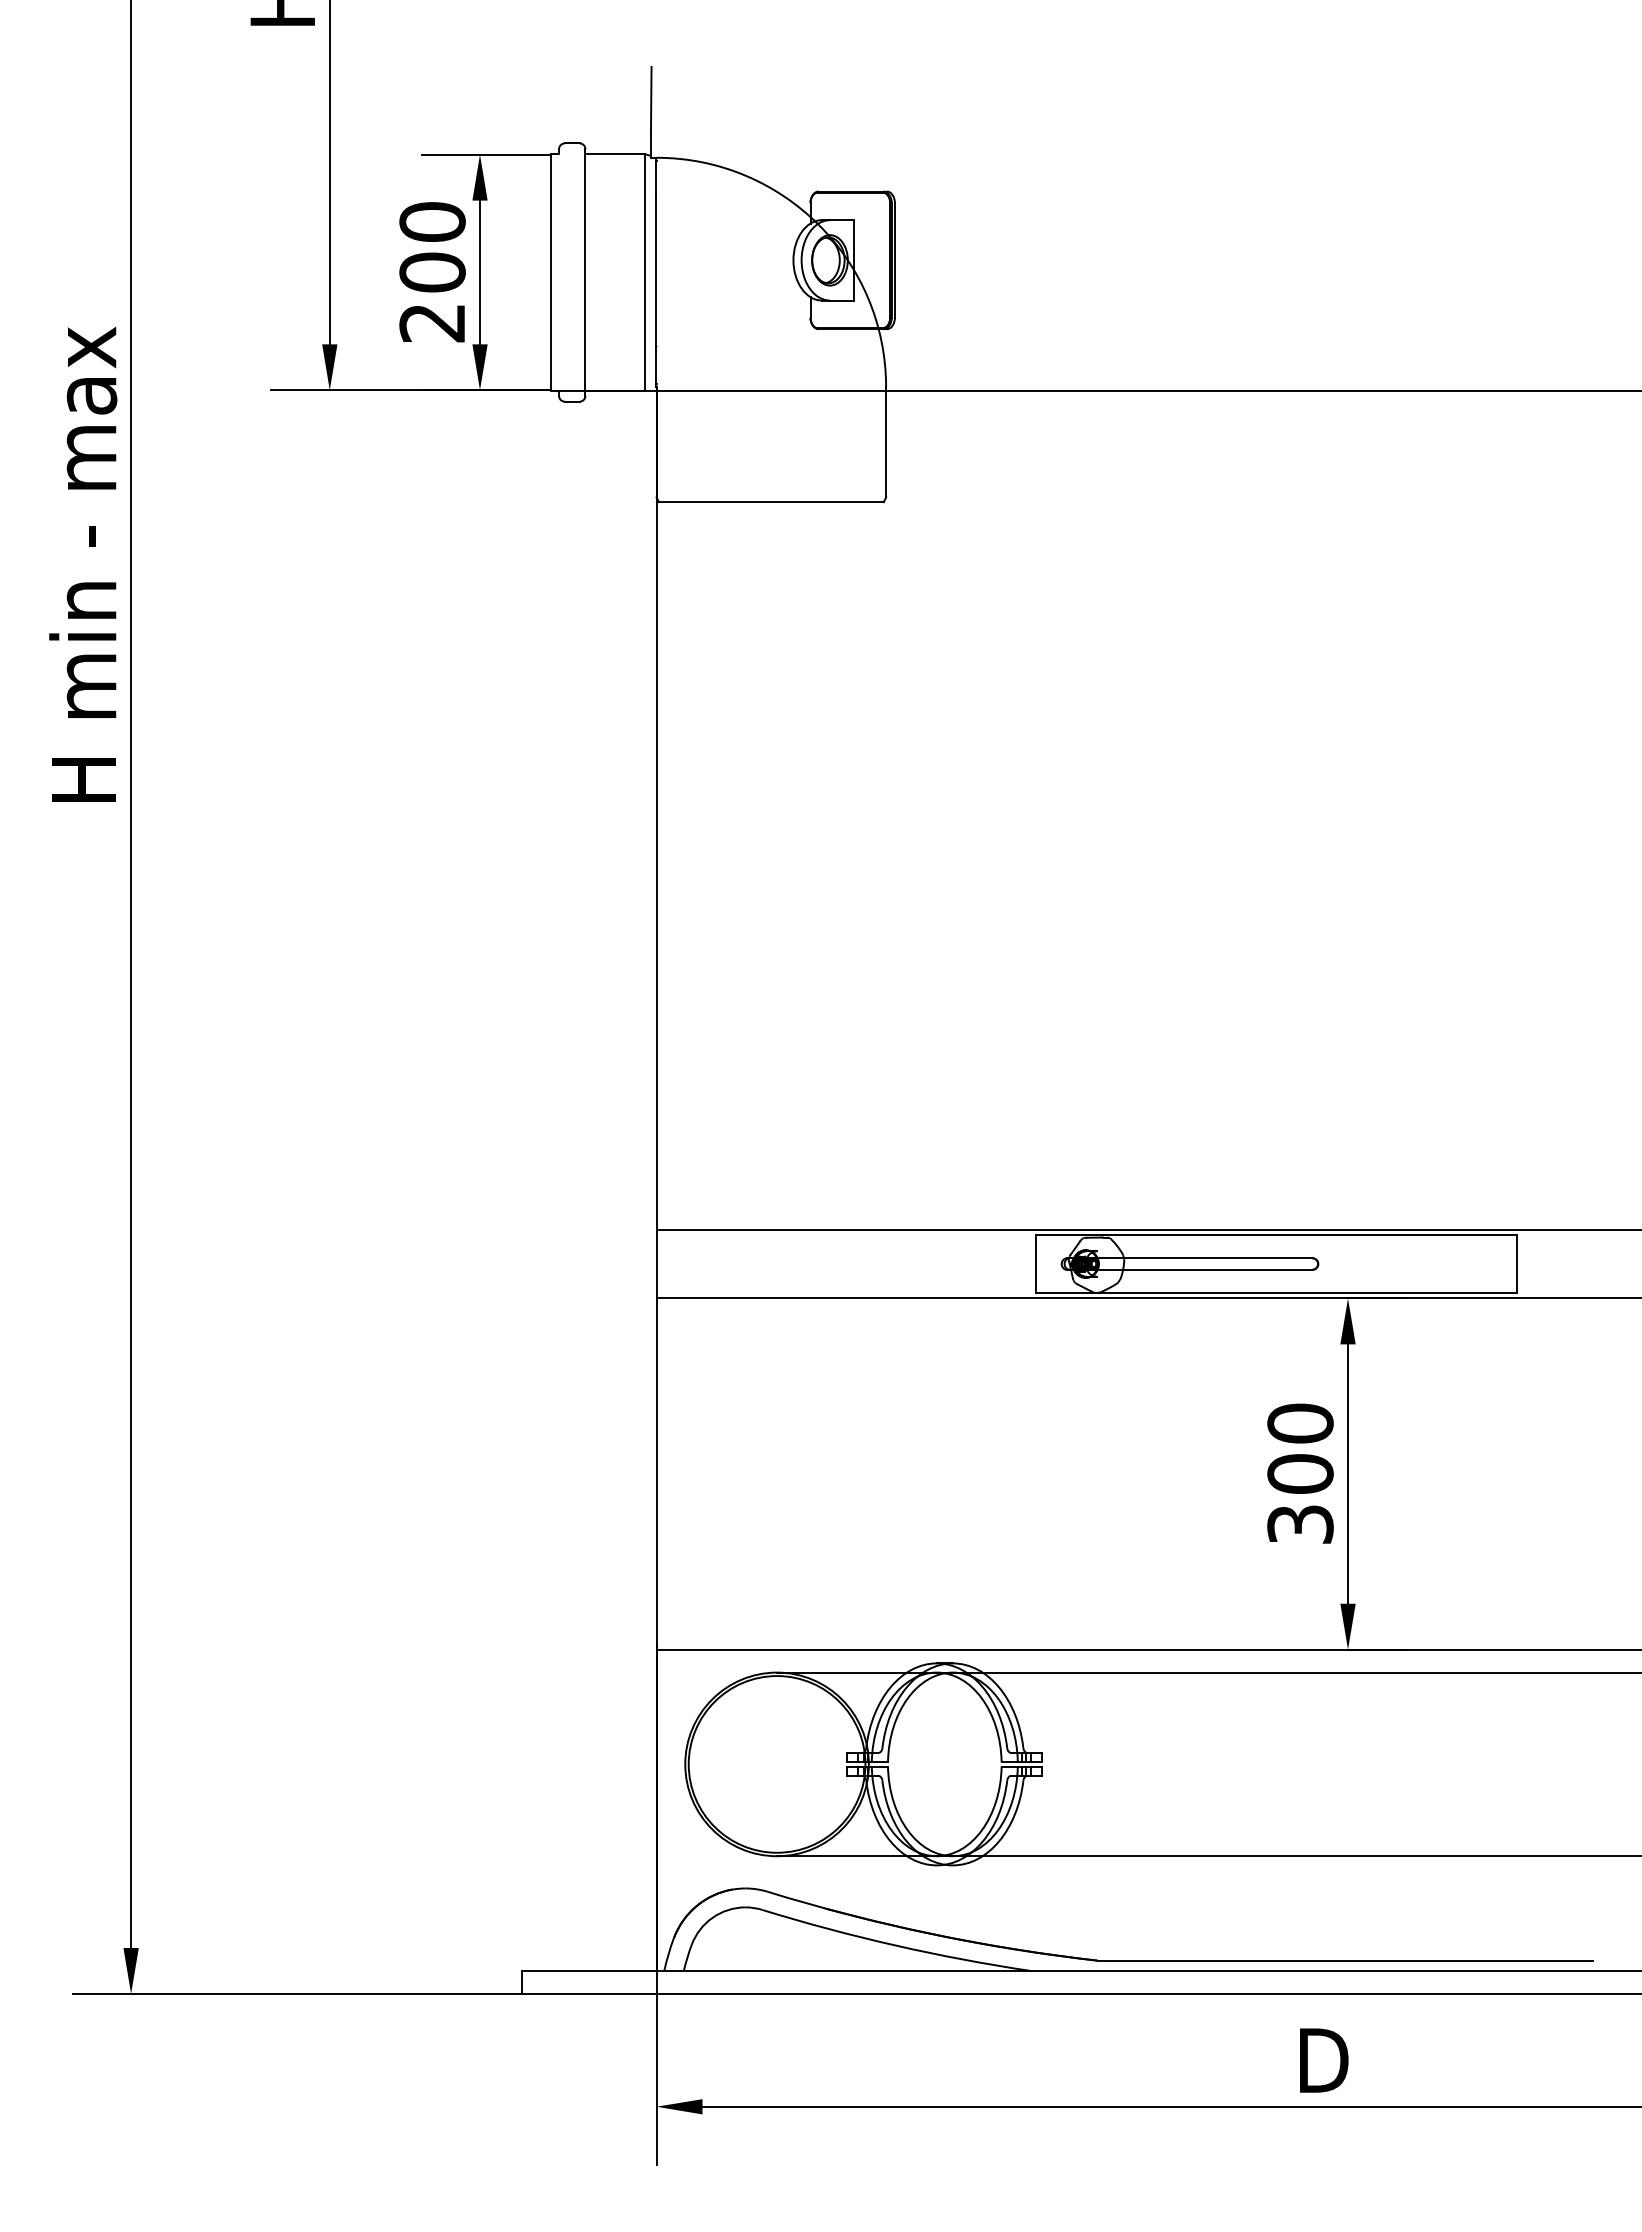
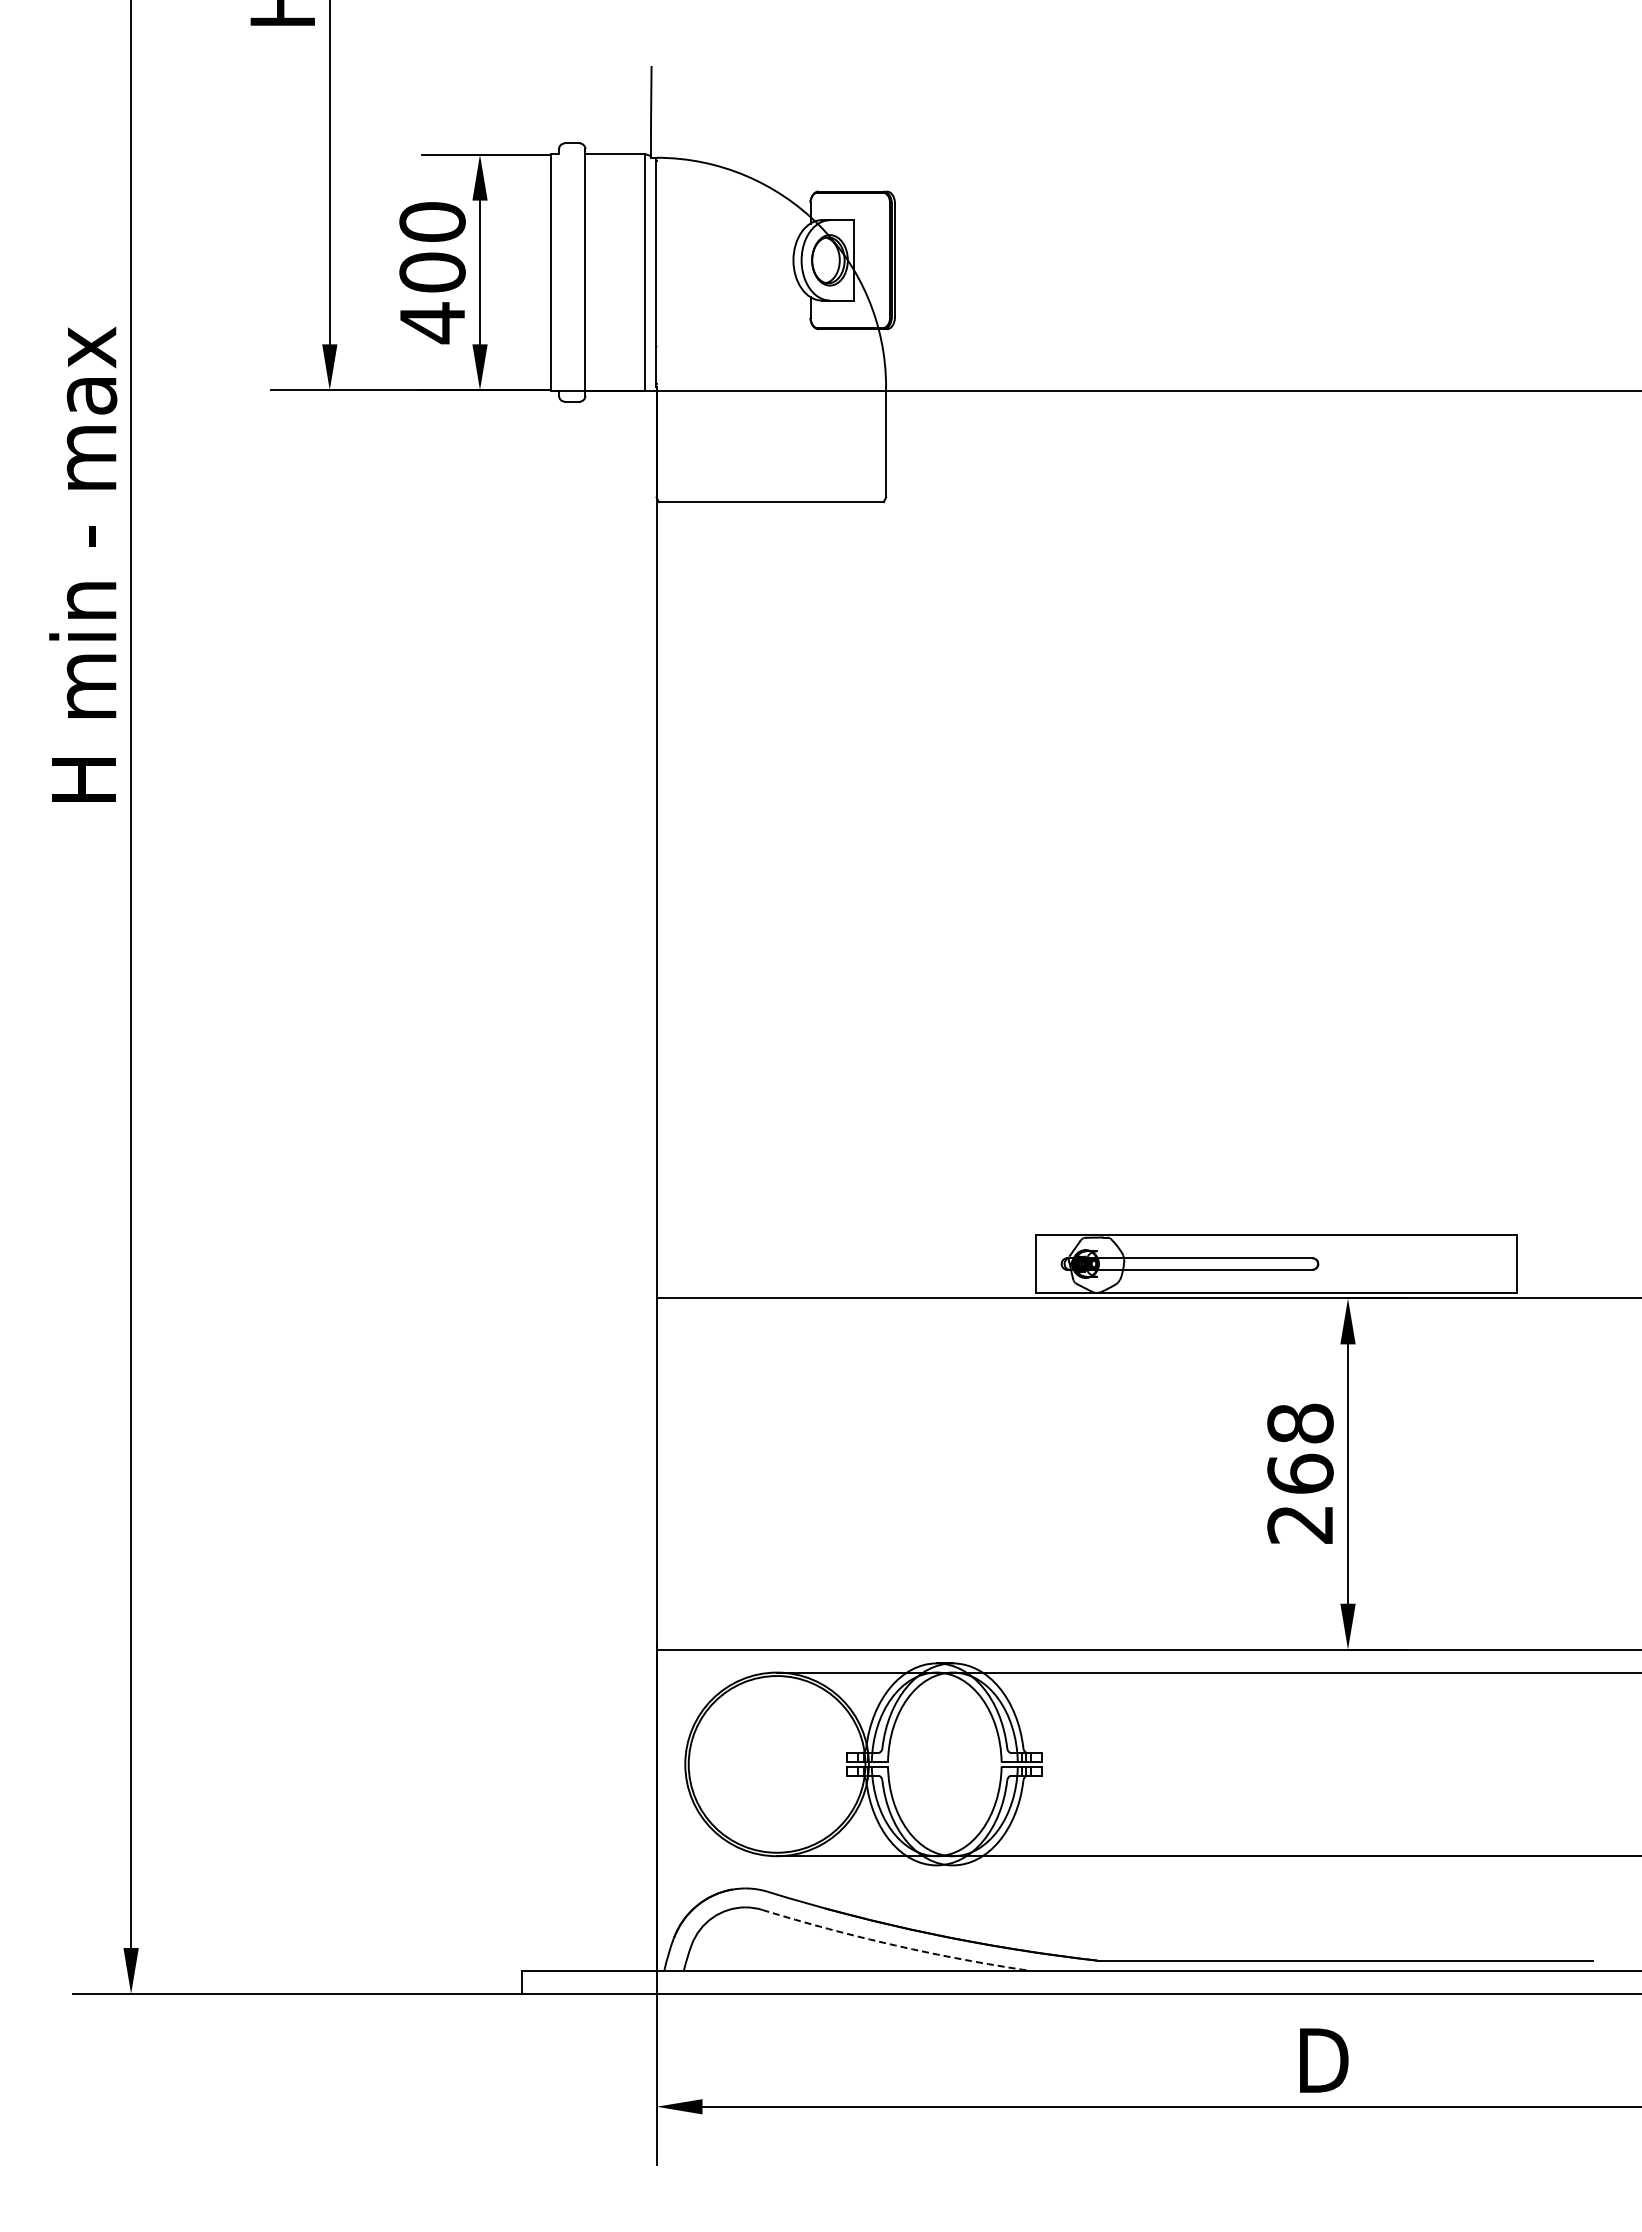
text at (431, 323): 200 -> 400
line at (1147, 1229): present -> none
text at (1300, 1473): 300 -> 268
arc at (895, 1945): solid -> dashed
